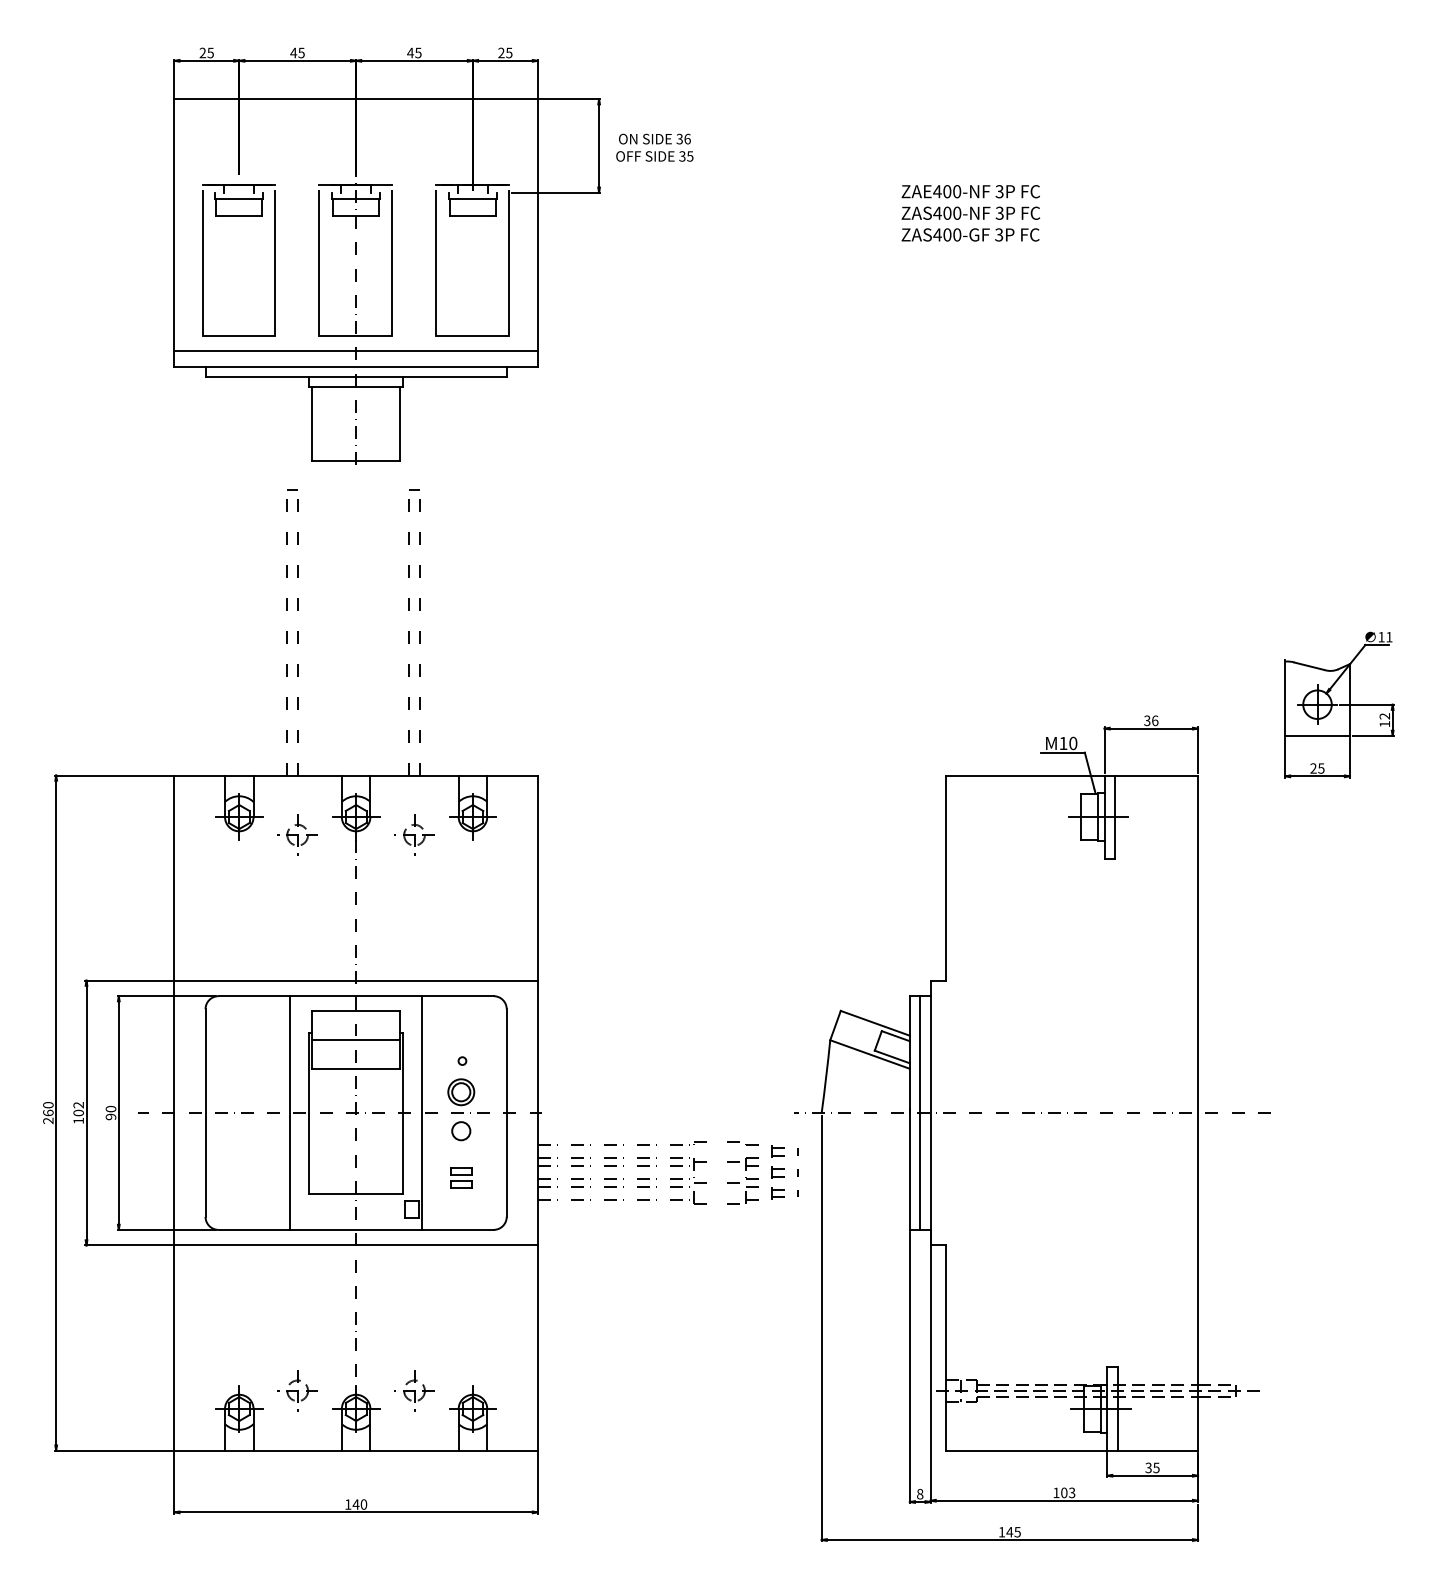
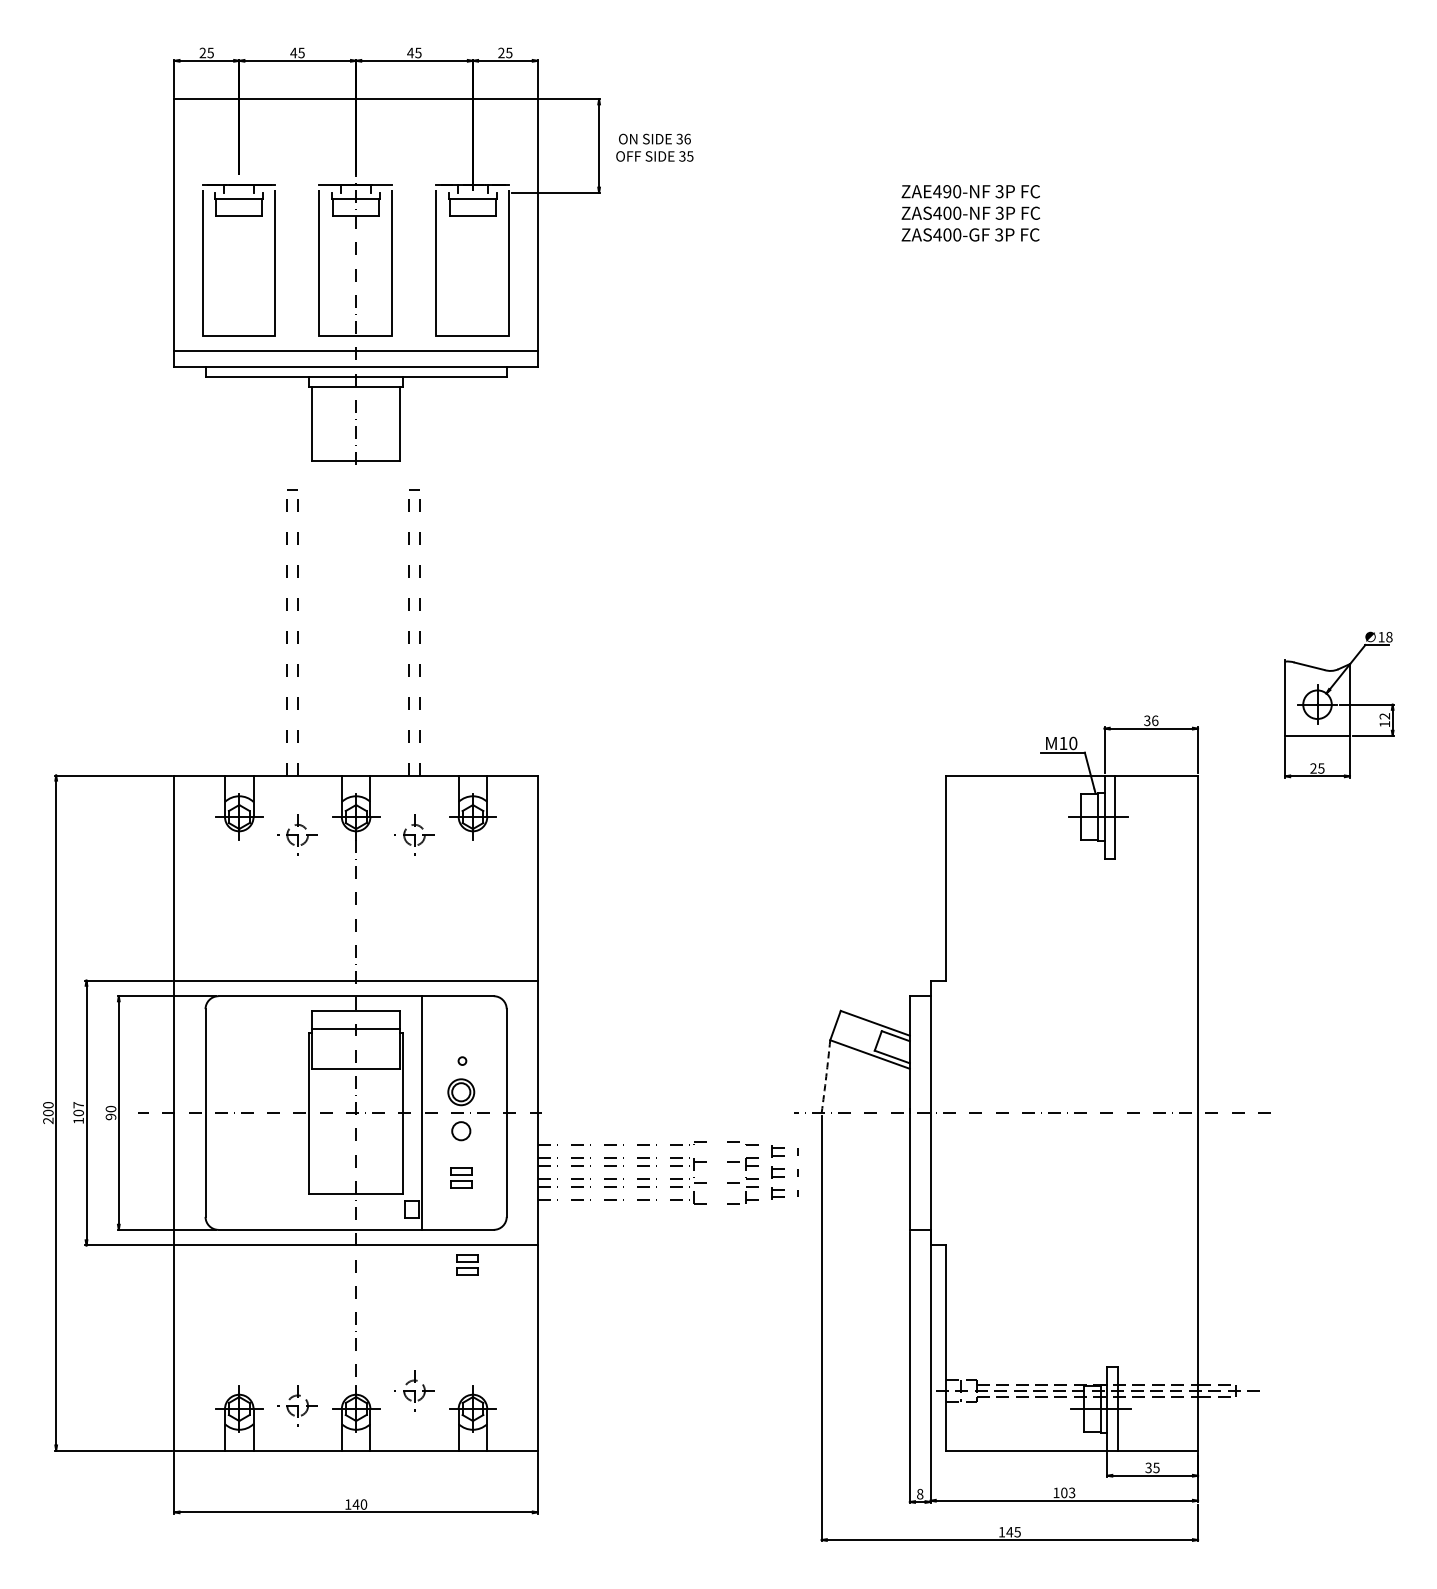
text at (947, 191): ZAE400-NF -> ZAE490-NF
text at (1389, 636): 11 -> 18
line at (356, 1040) position: (356, 1040) -> (356, 1029)
arc at (826, 1076): solid -> dashed
text at (78, 1105): 102 -> 107
text at (48, 1112): 260 -> 200
line at (289, 1112): present -> none
line at (920, 1112): present -> none
part at (467, 1264): none -> present
part at (297, 1390) position: (297, 1390) -> (297, 1405)
